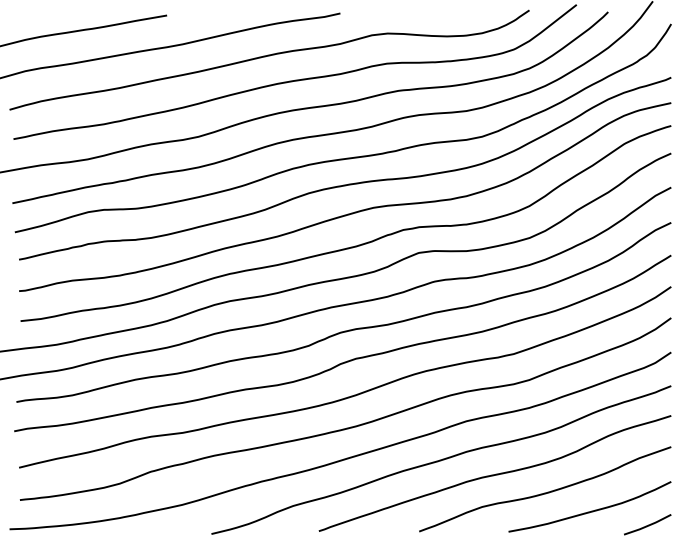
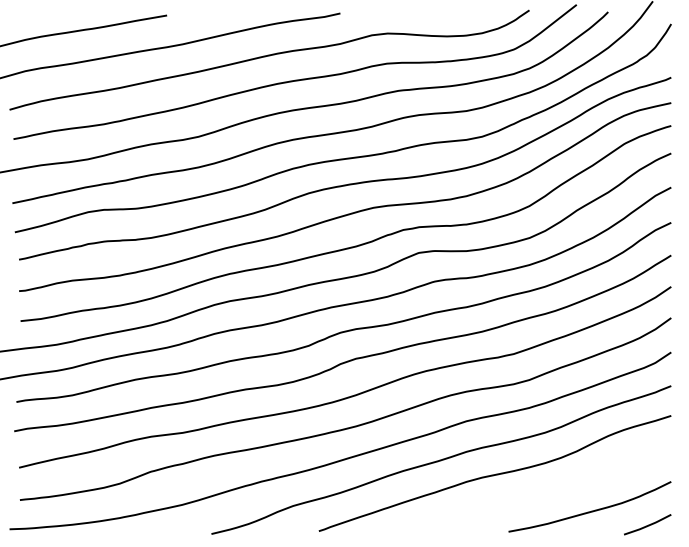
curve at (547, 491): present -> none
